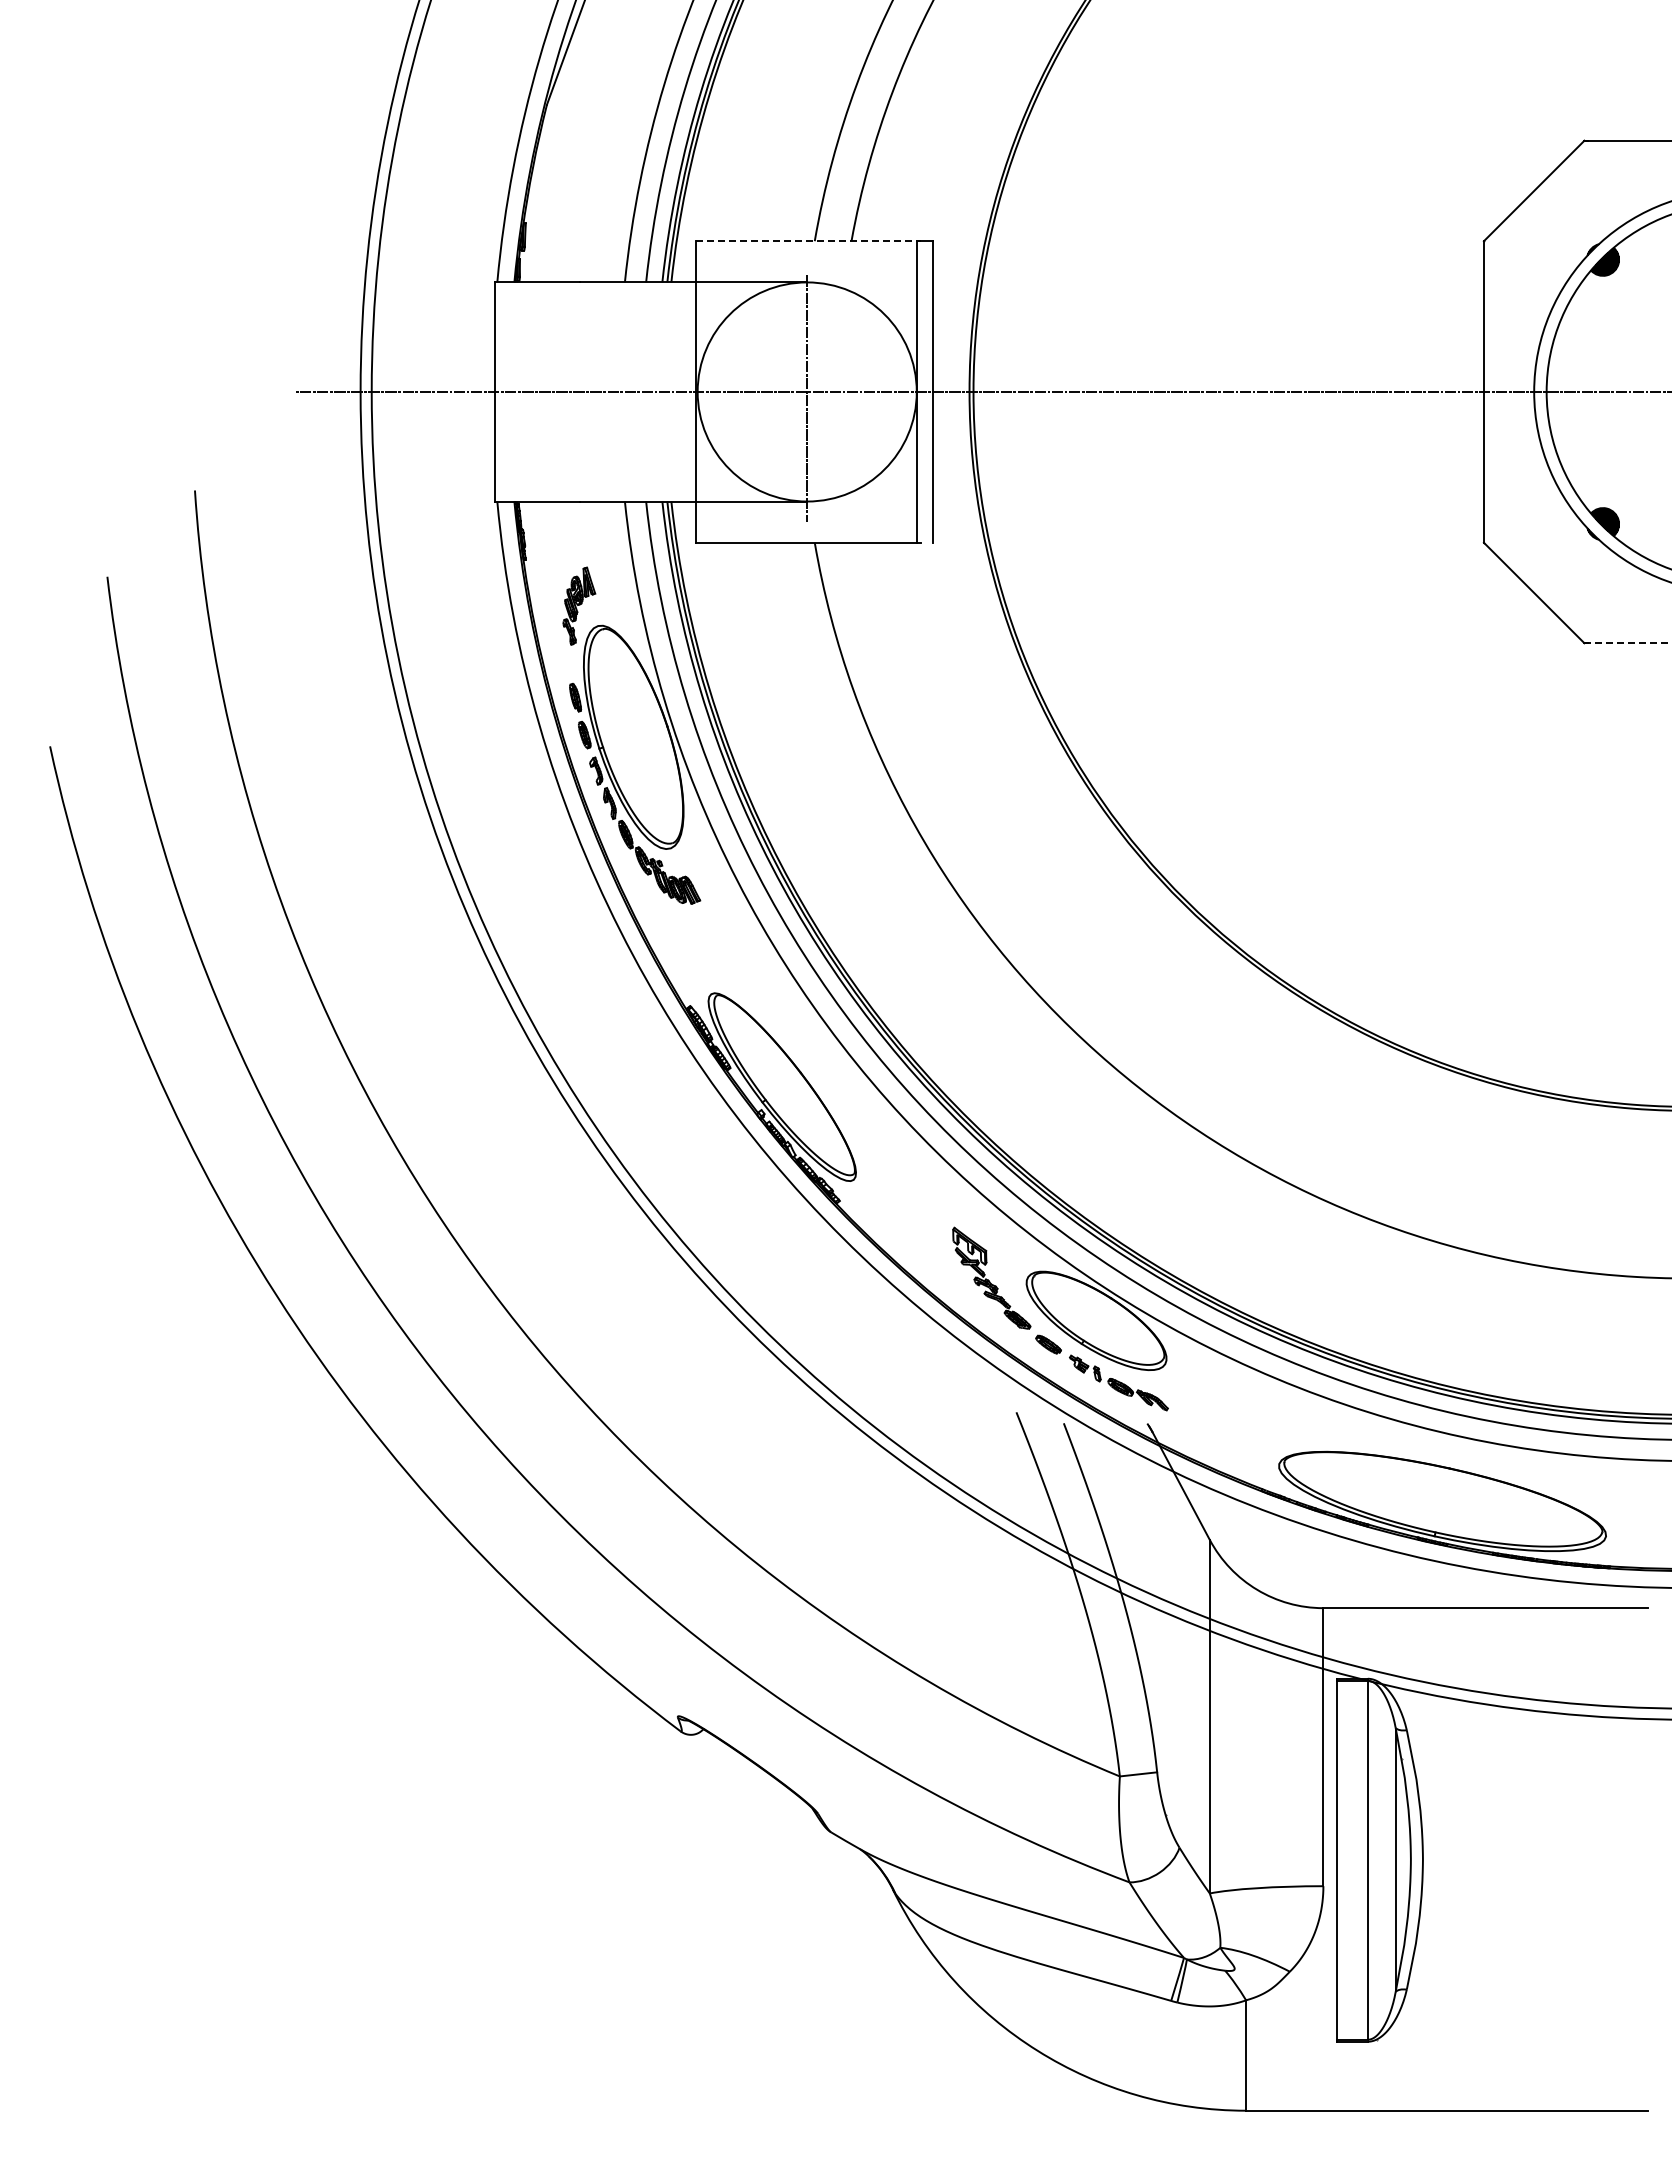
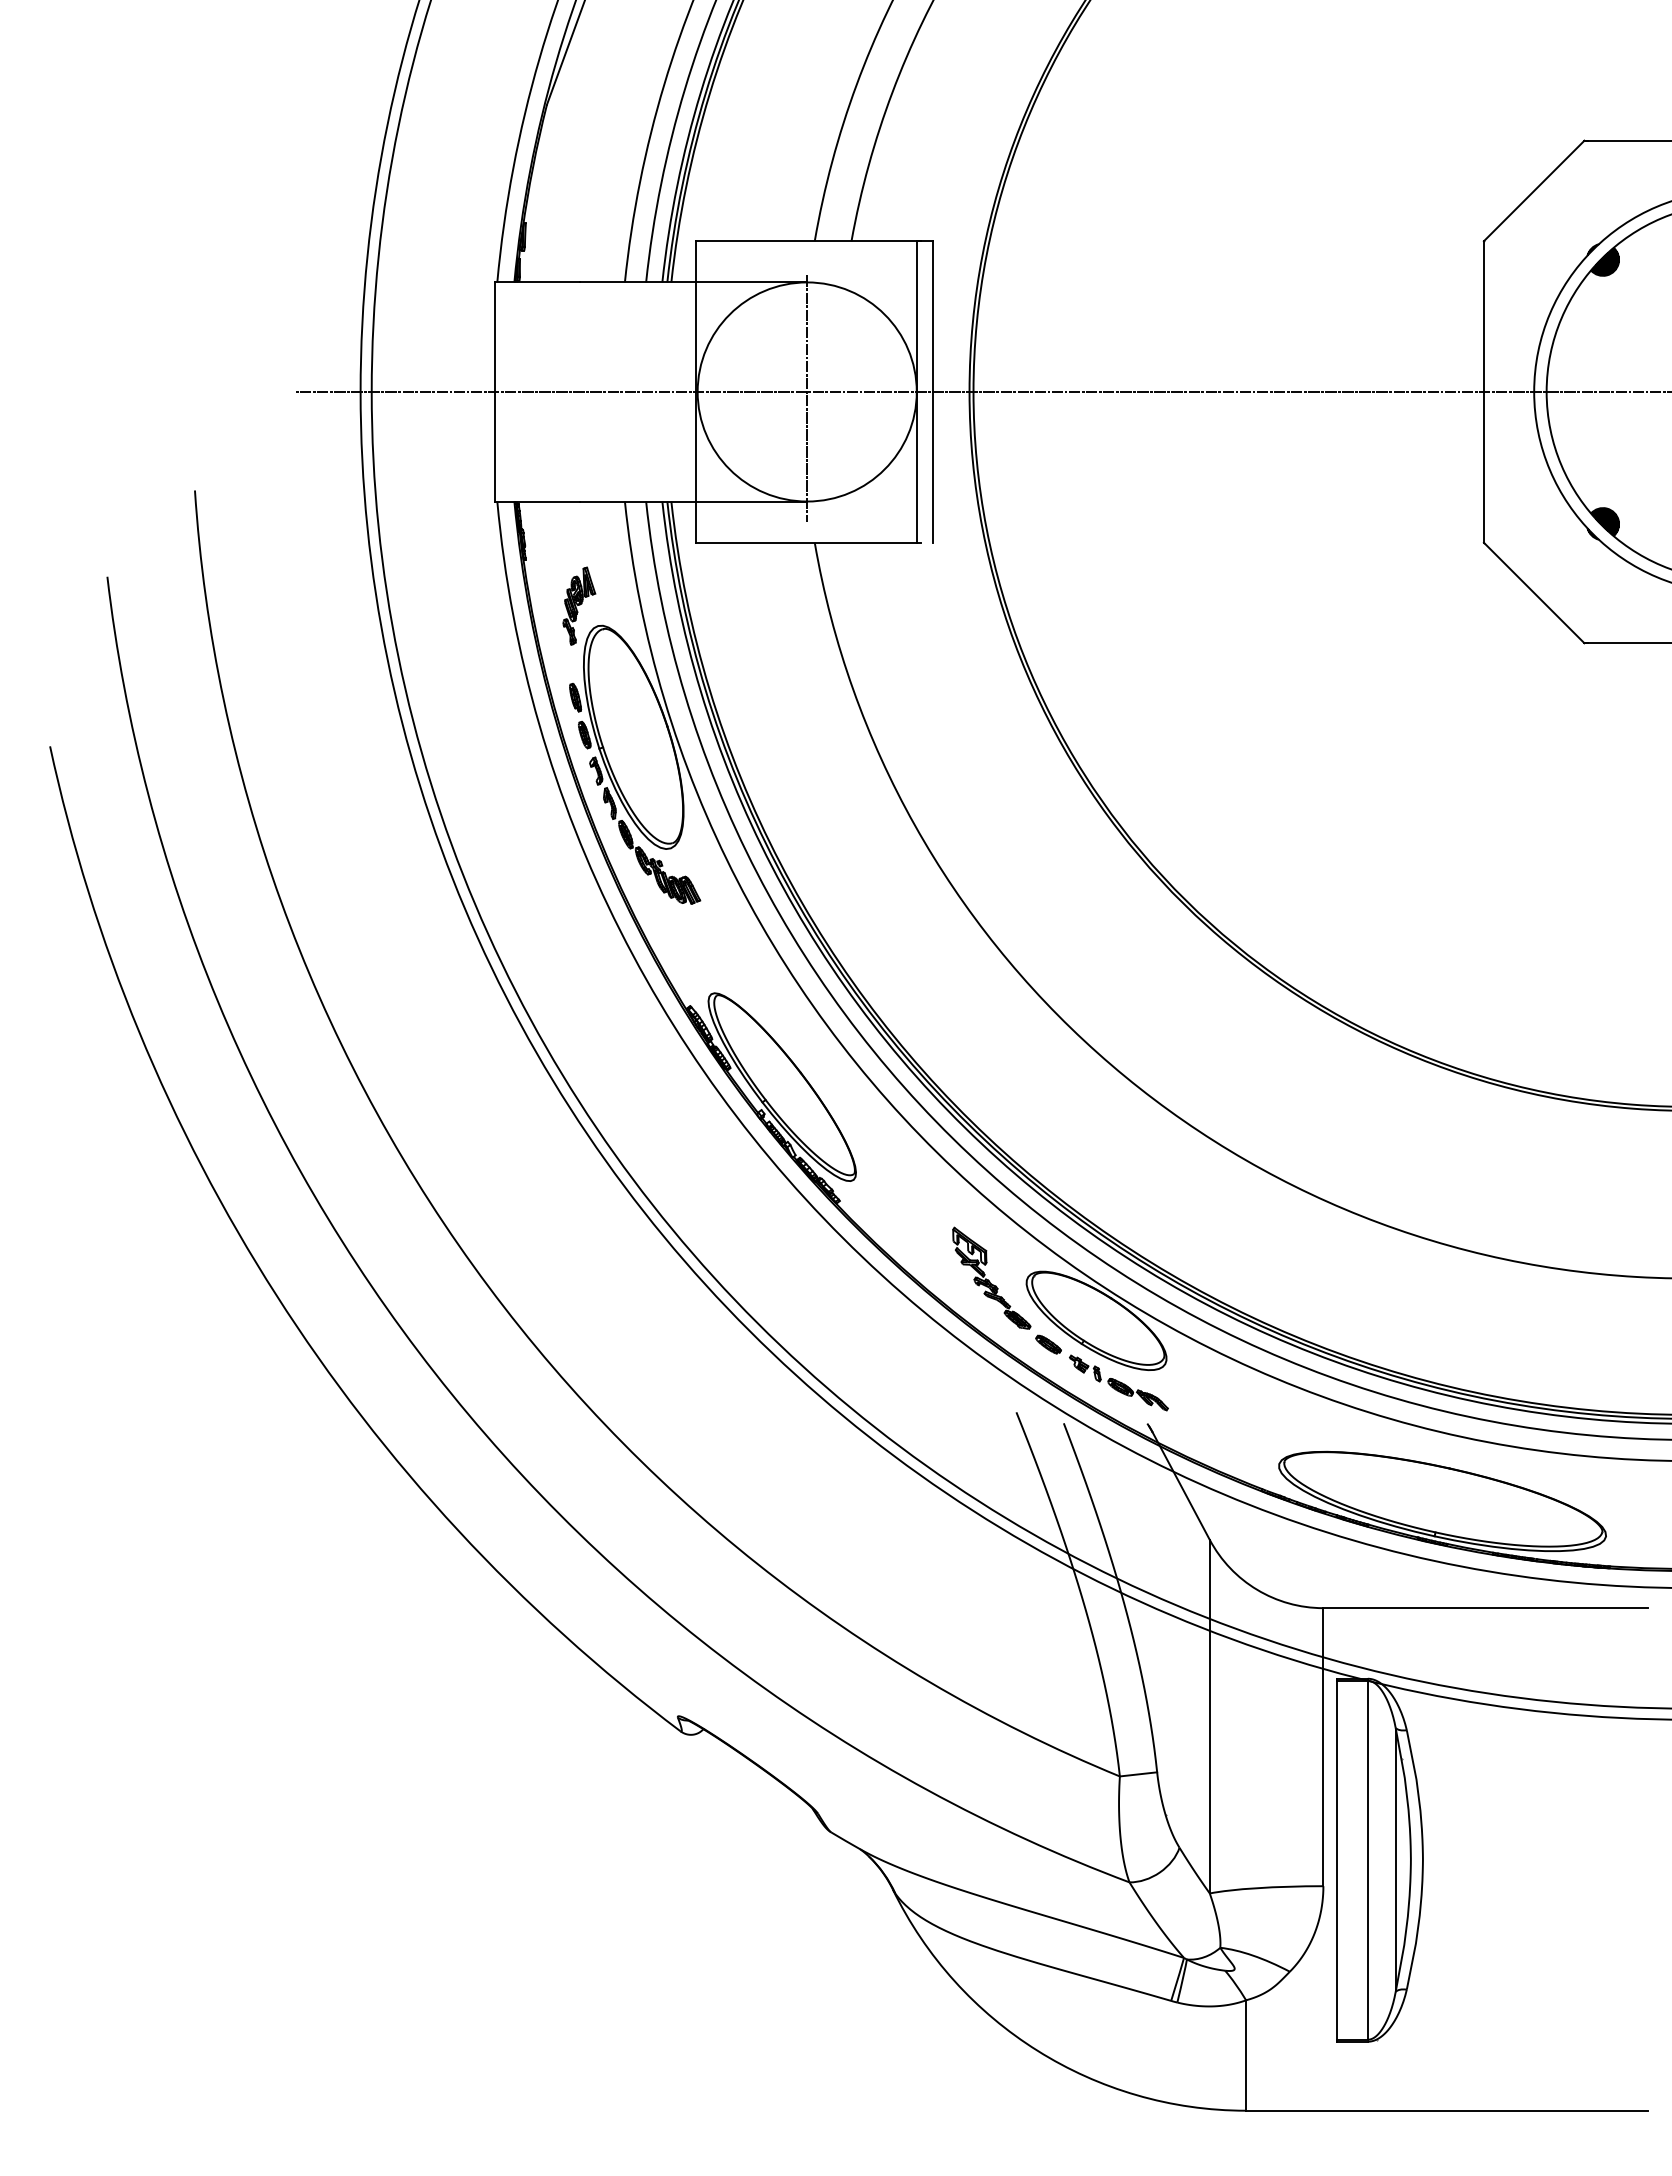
line at (808, 241): dashed -> solid
line at (1628, 643): dashed -> solid
